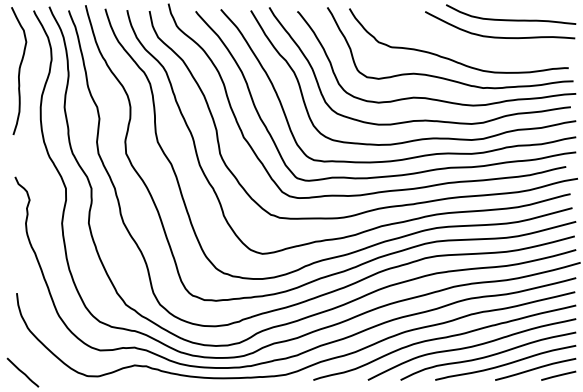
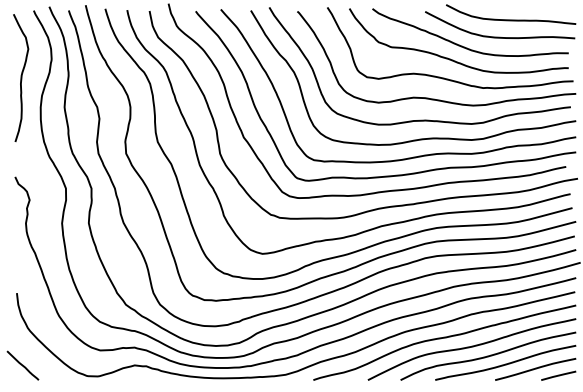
curve at (464, 46): none -> present
curve at (19, 70) position: (19, 70) -> (21, 77)
line at (22, 372) position: (22, 372) -> (22, 365)
